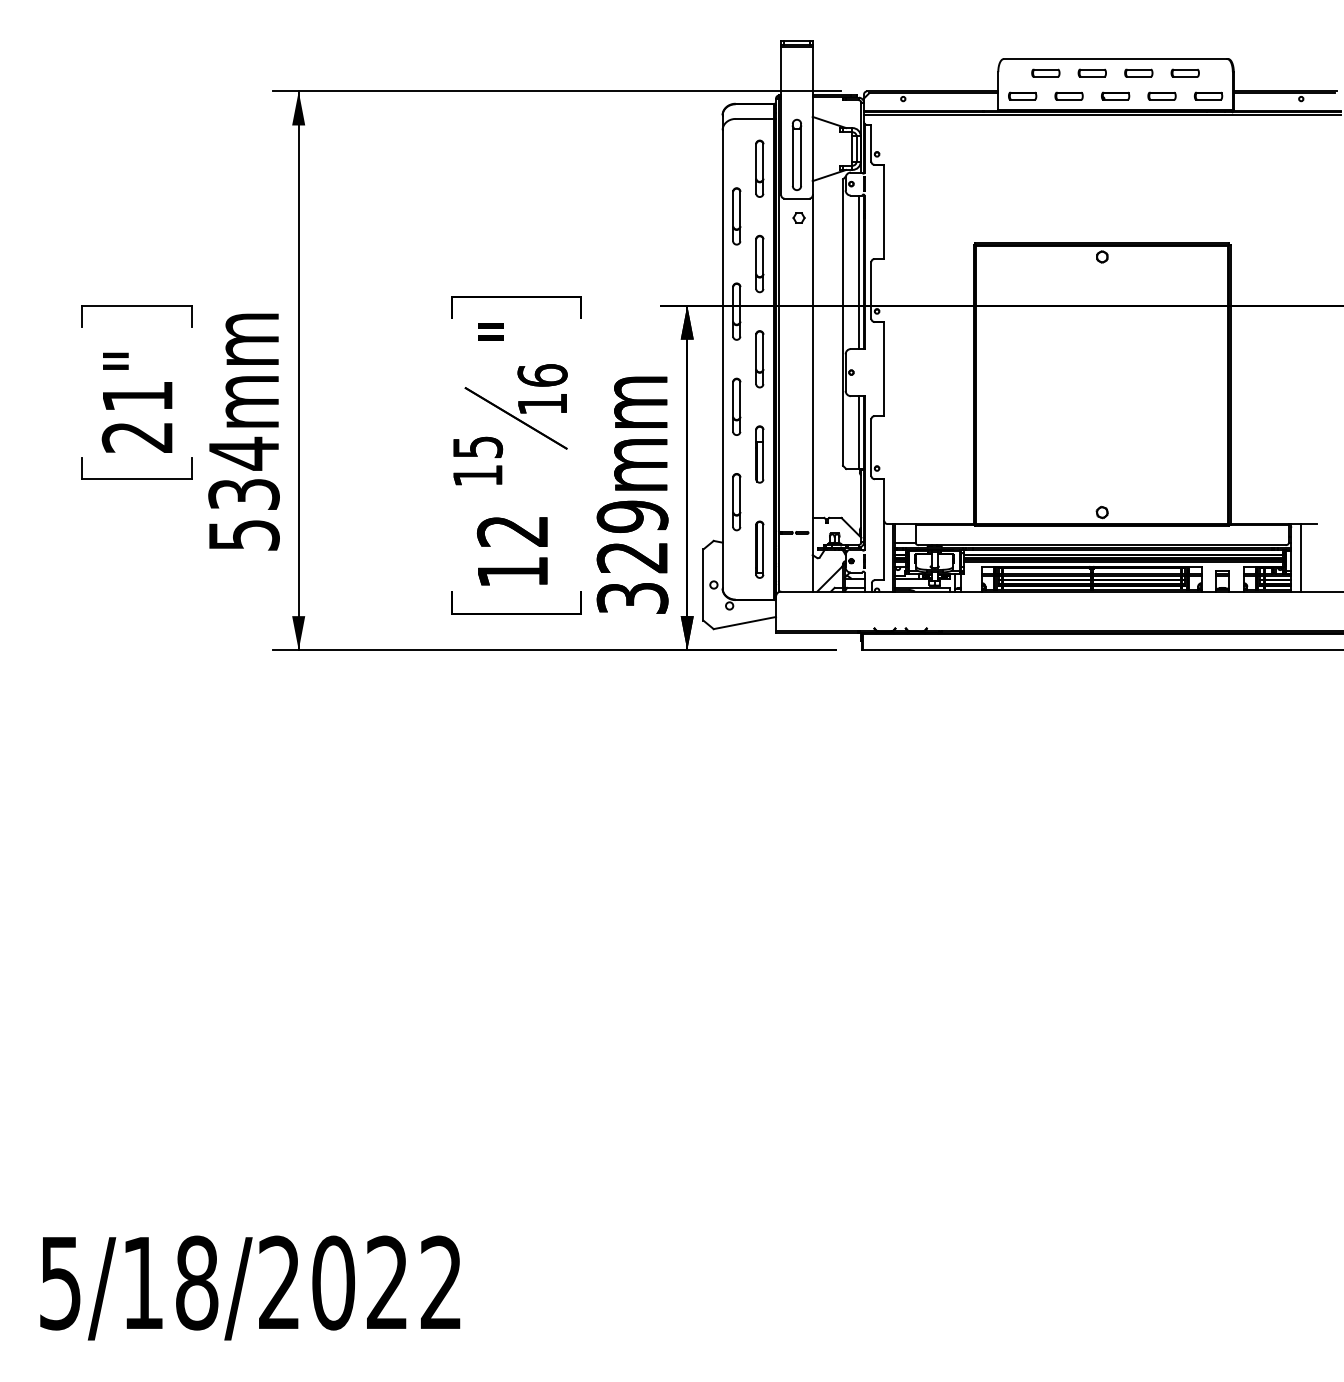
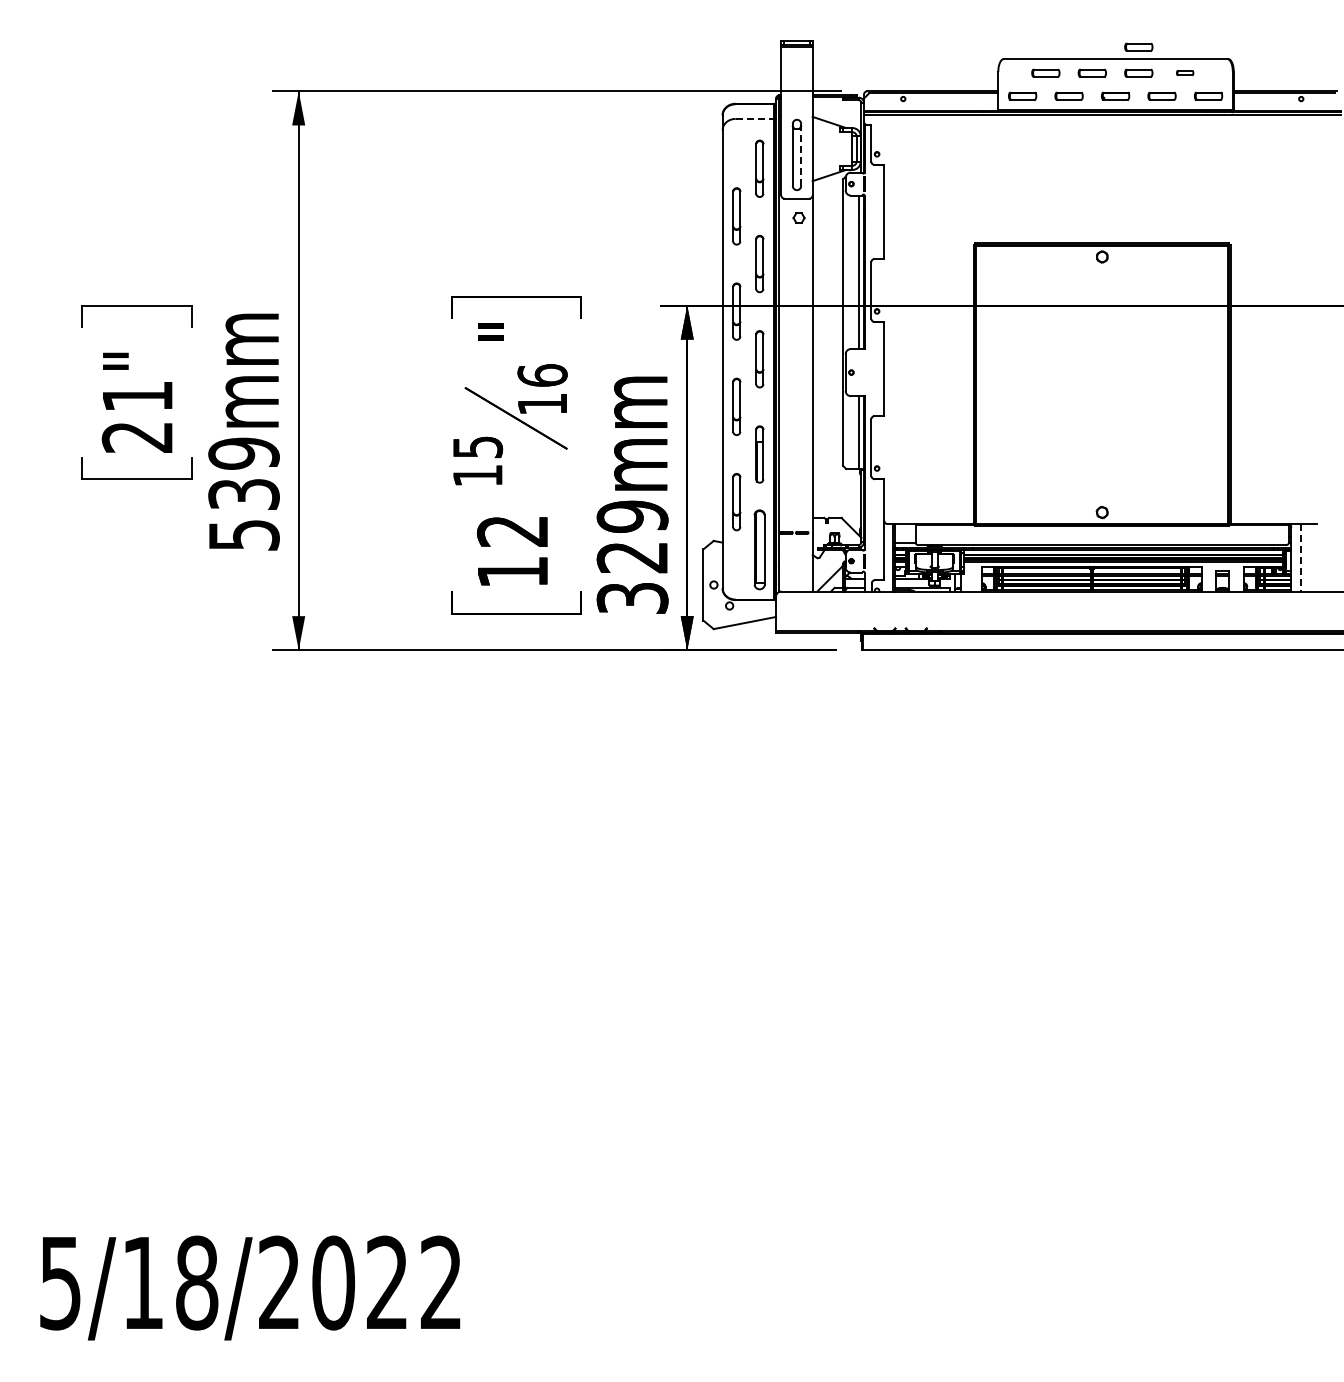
part at (1138, 46): none -> present
part at (1184, 72) size: 30x10 px -> 19x6 px
line at (755, 118): solid -> dashed
line at (801, 155): solid -> dashed
text at (243, 453): 534mm -> 539mm
part at (759, 549) size: 10x59 px -> 13x82 px
line at (1300, 557): solid -> dashed
